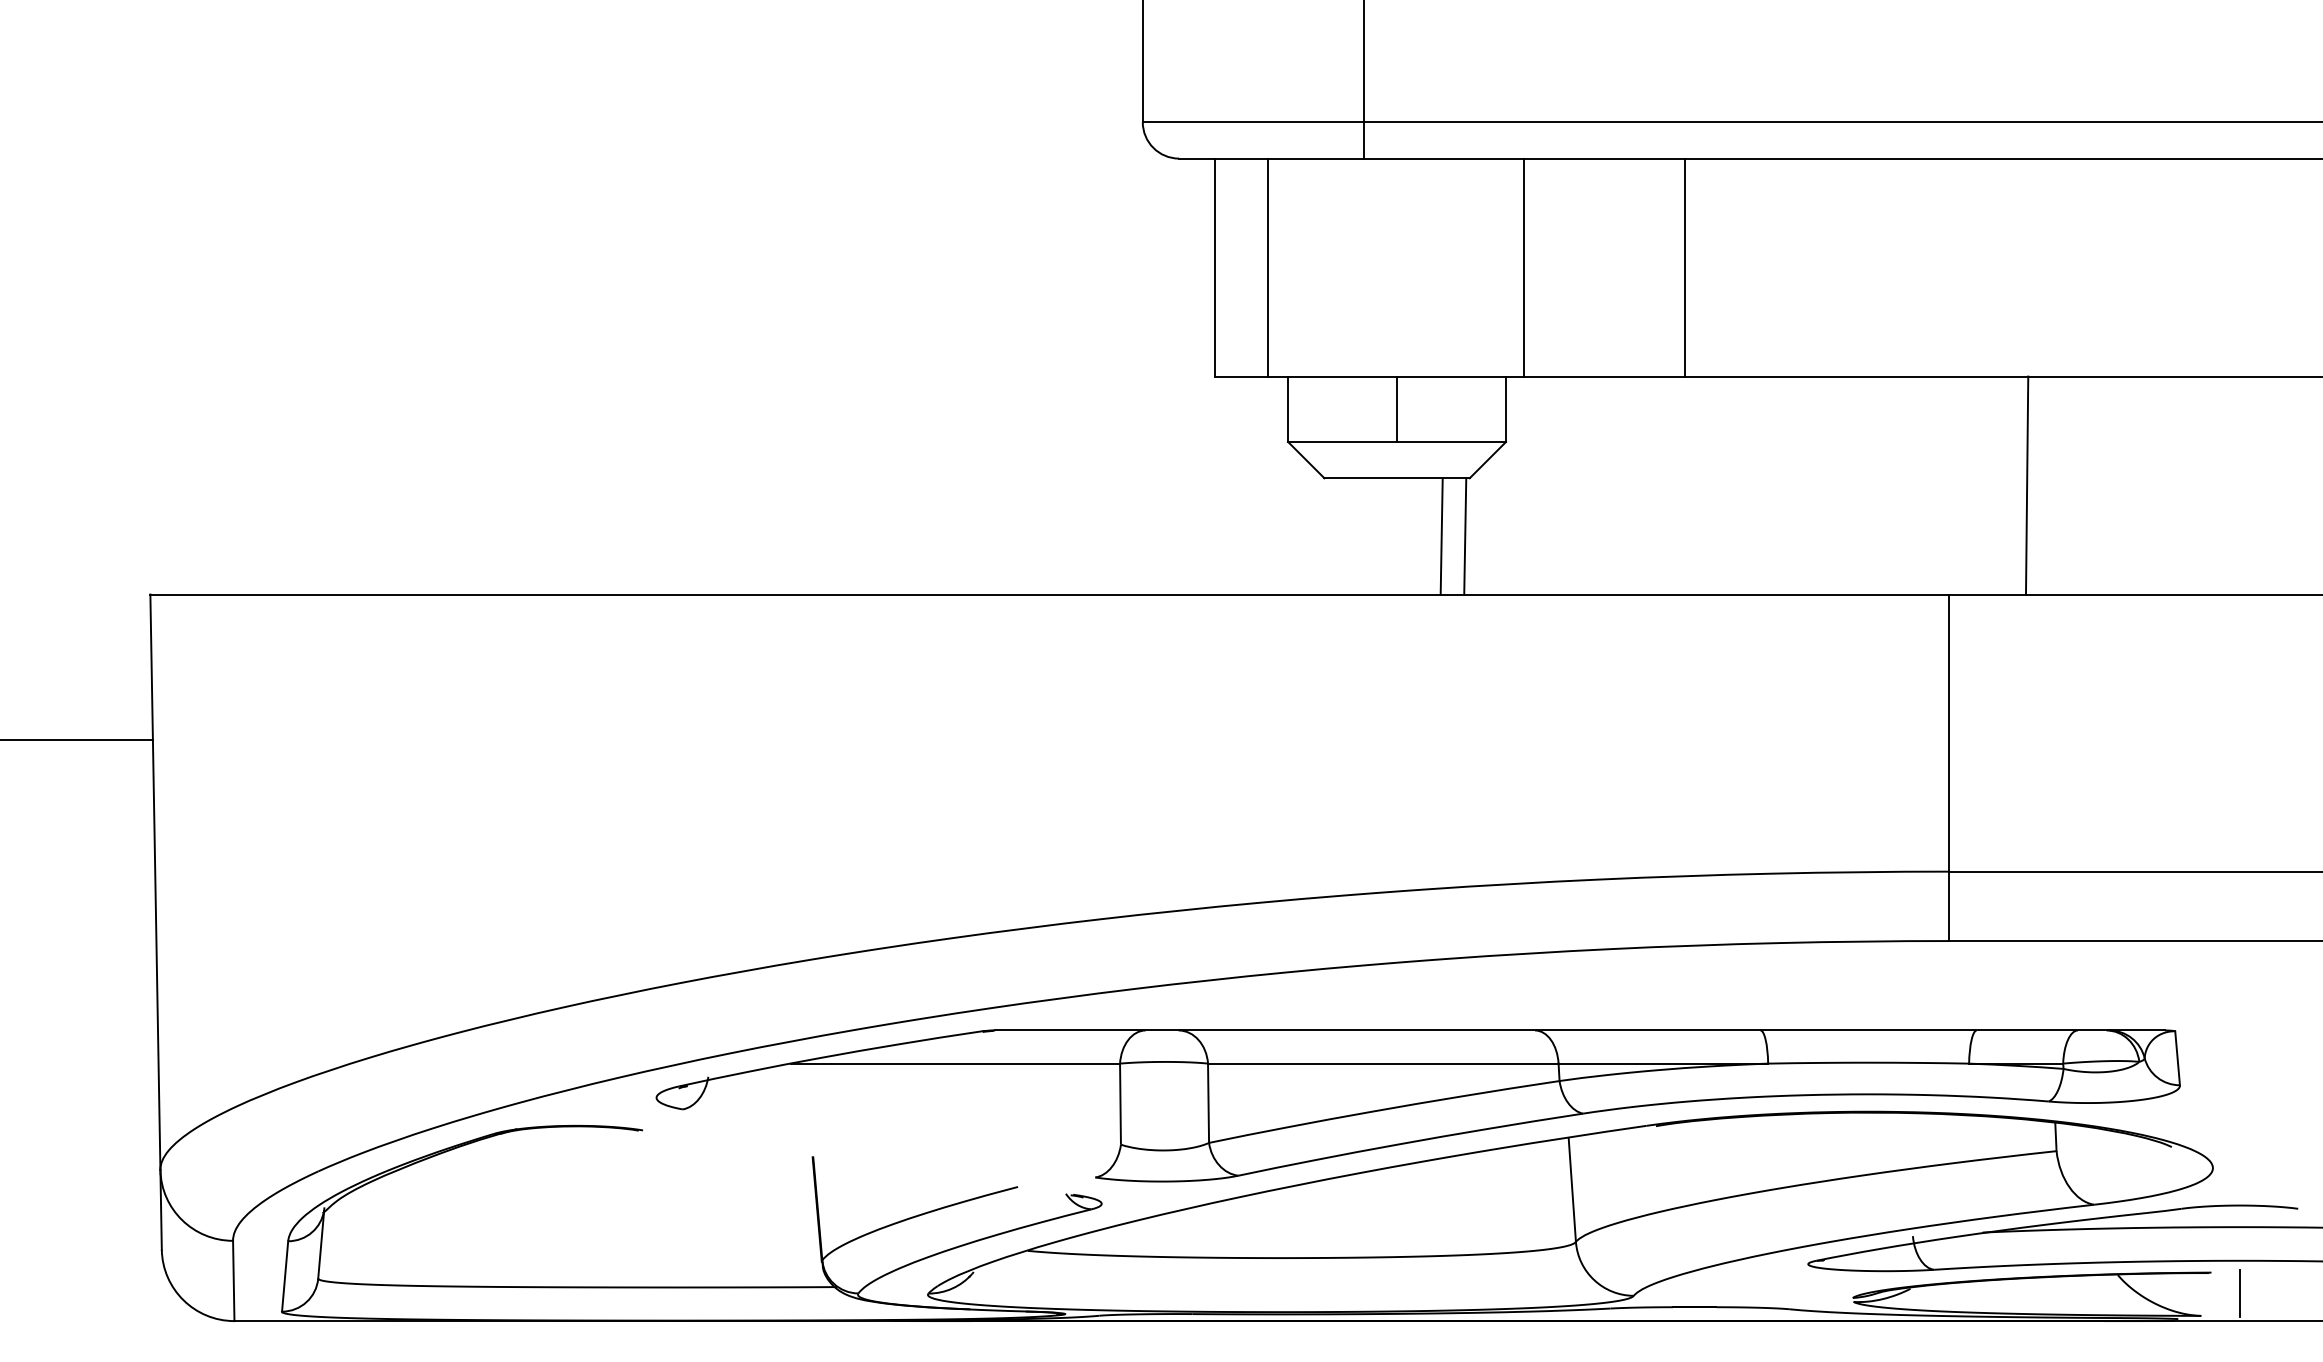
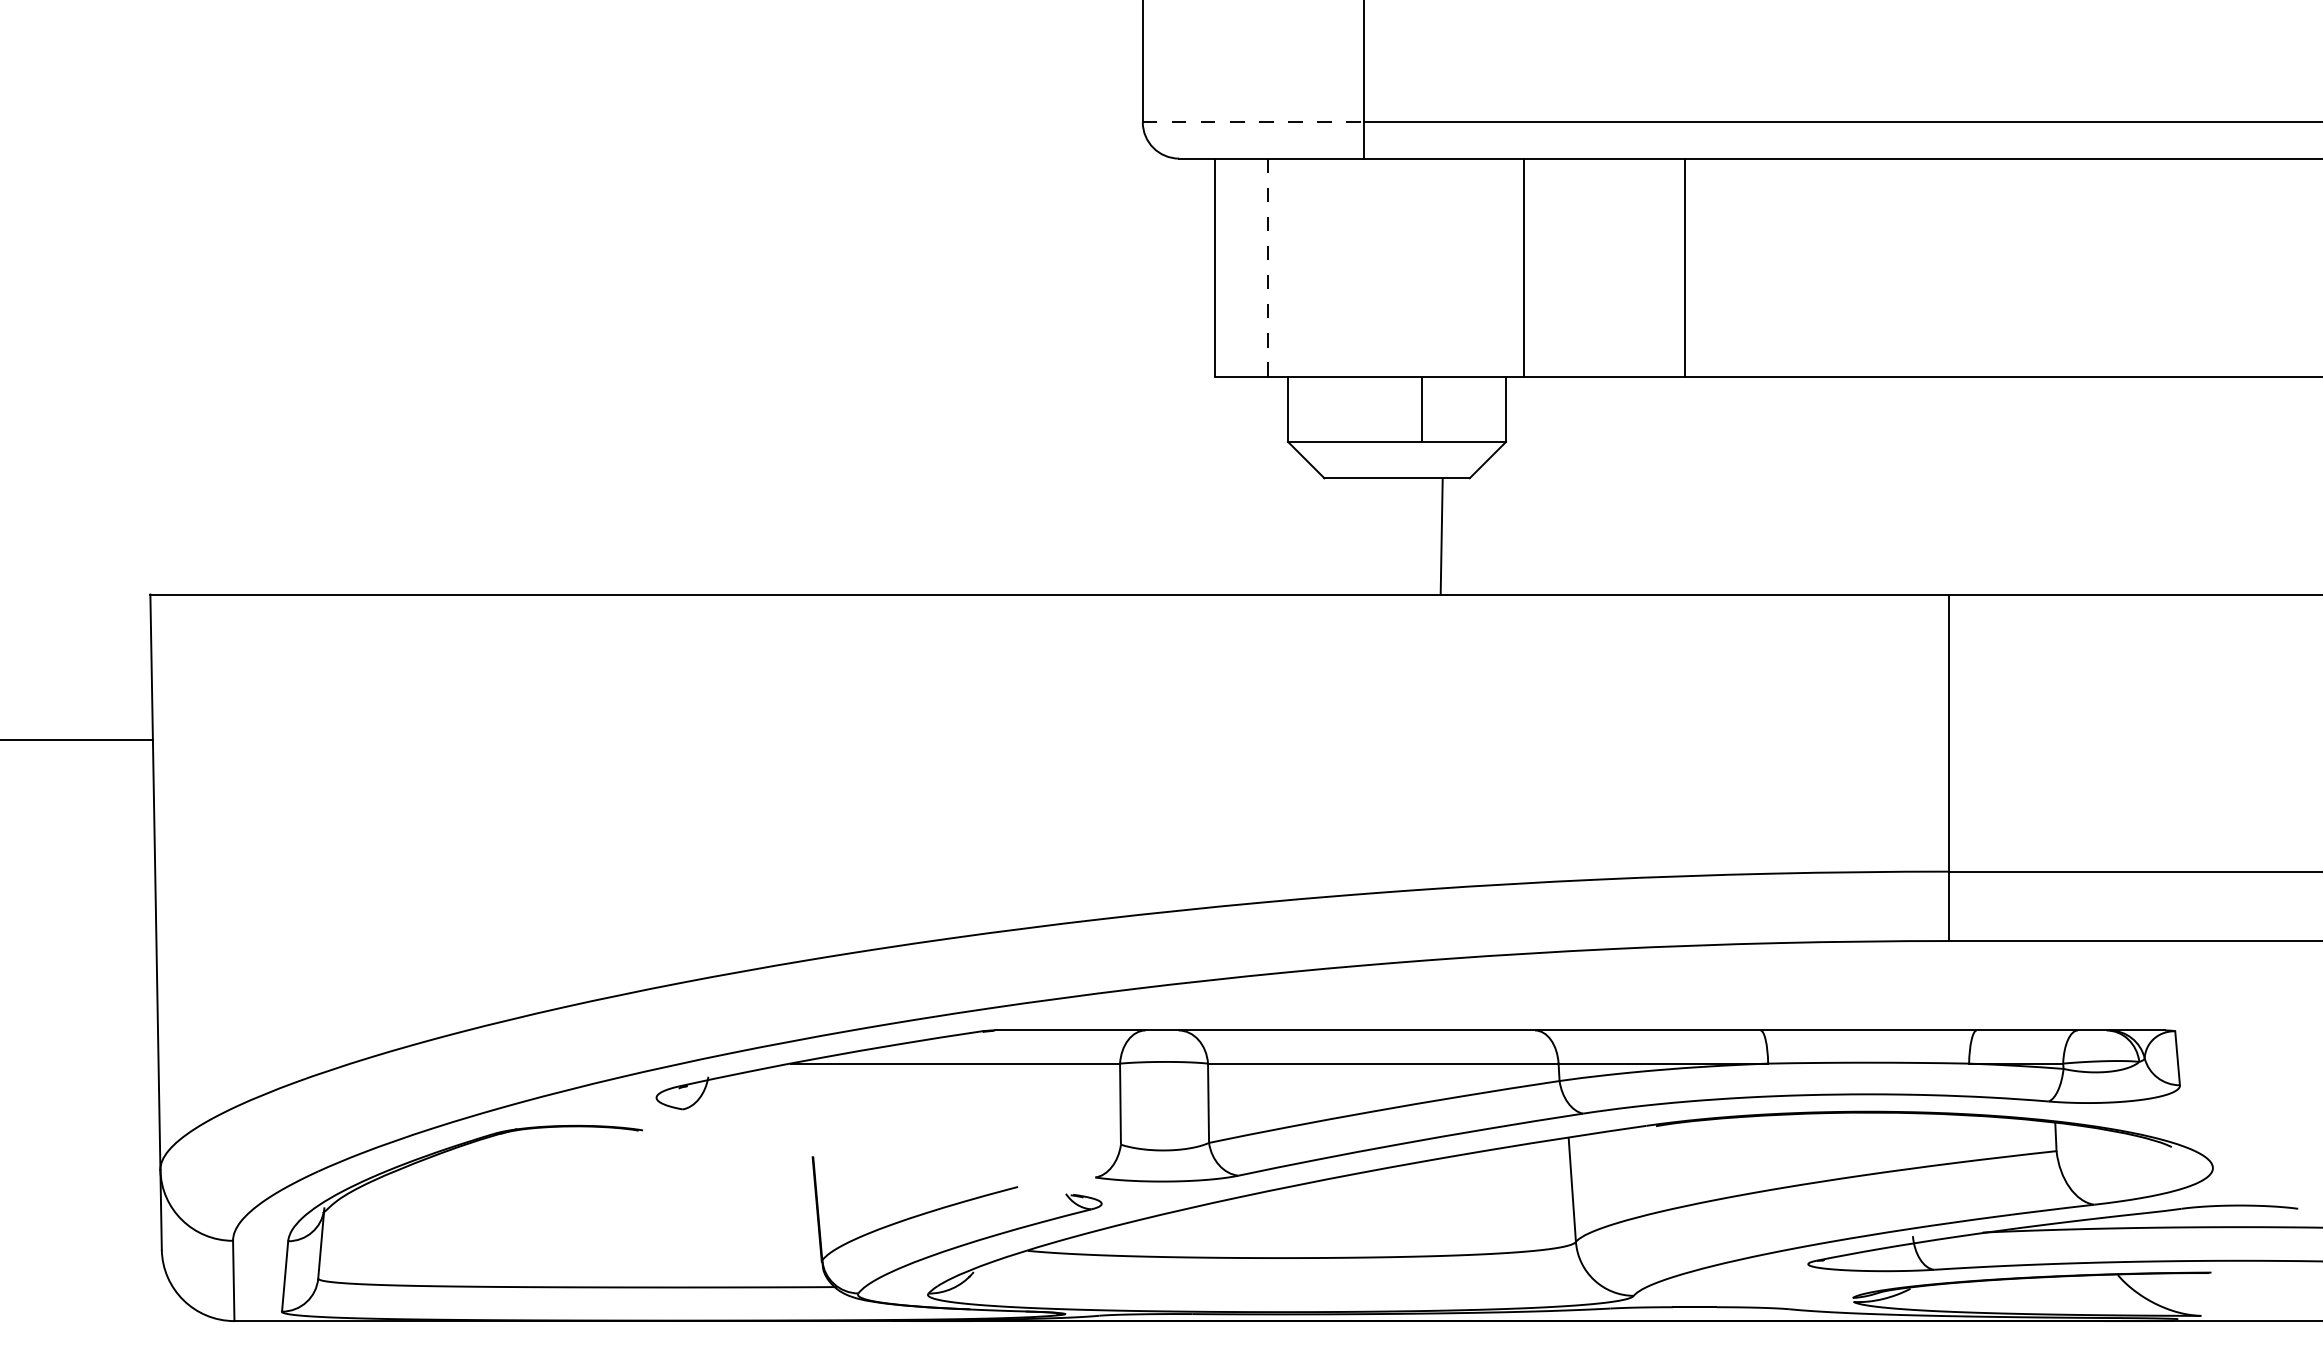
line at (1253, 122): solid -> dashed
line at (1268, 267): solid -> dashed
line at (1397, 408) position: (1397, 408) -> (1422, 408)
line at (2026, 485): present -> none
line at (1465, 536): present -> none
line at (2239, 1293): present -> none
